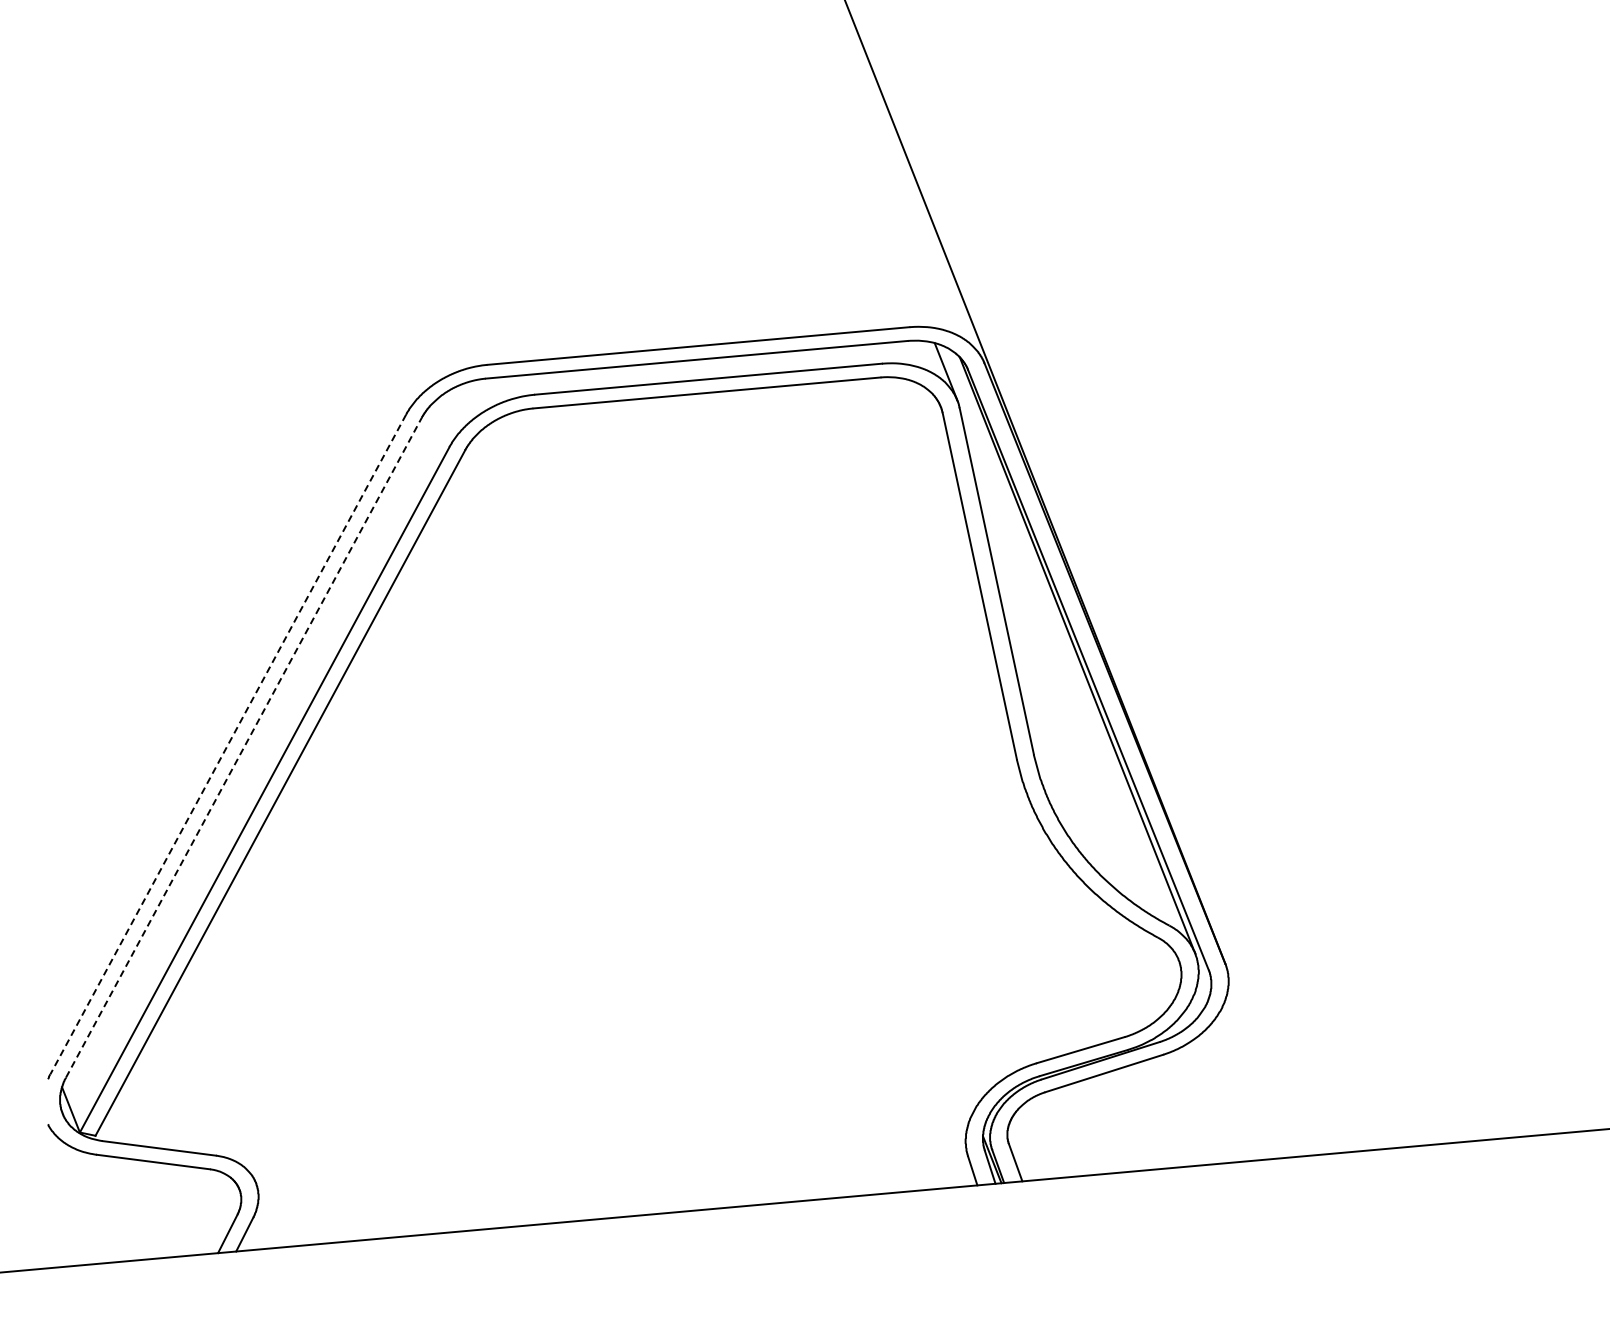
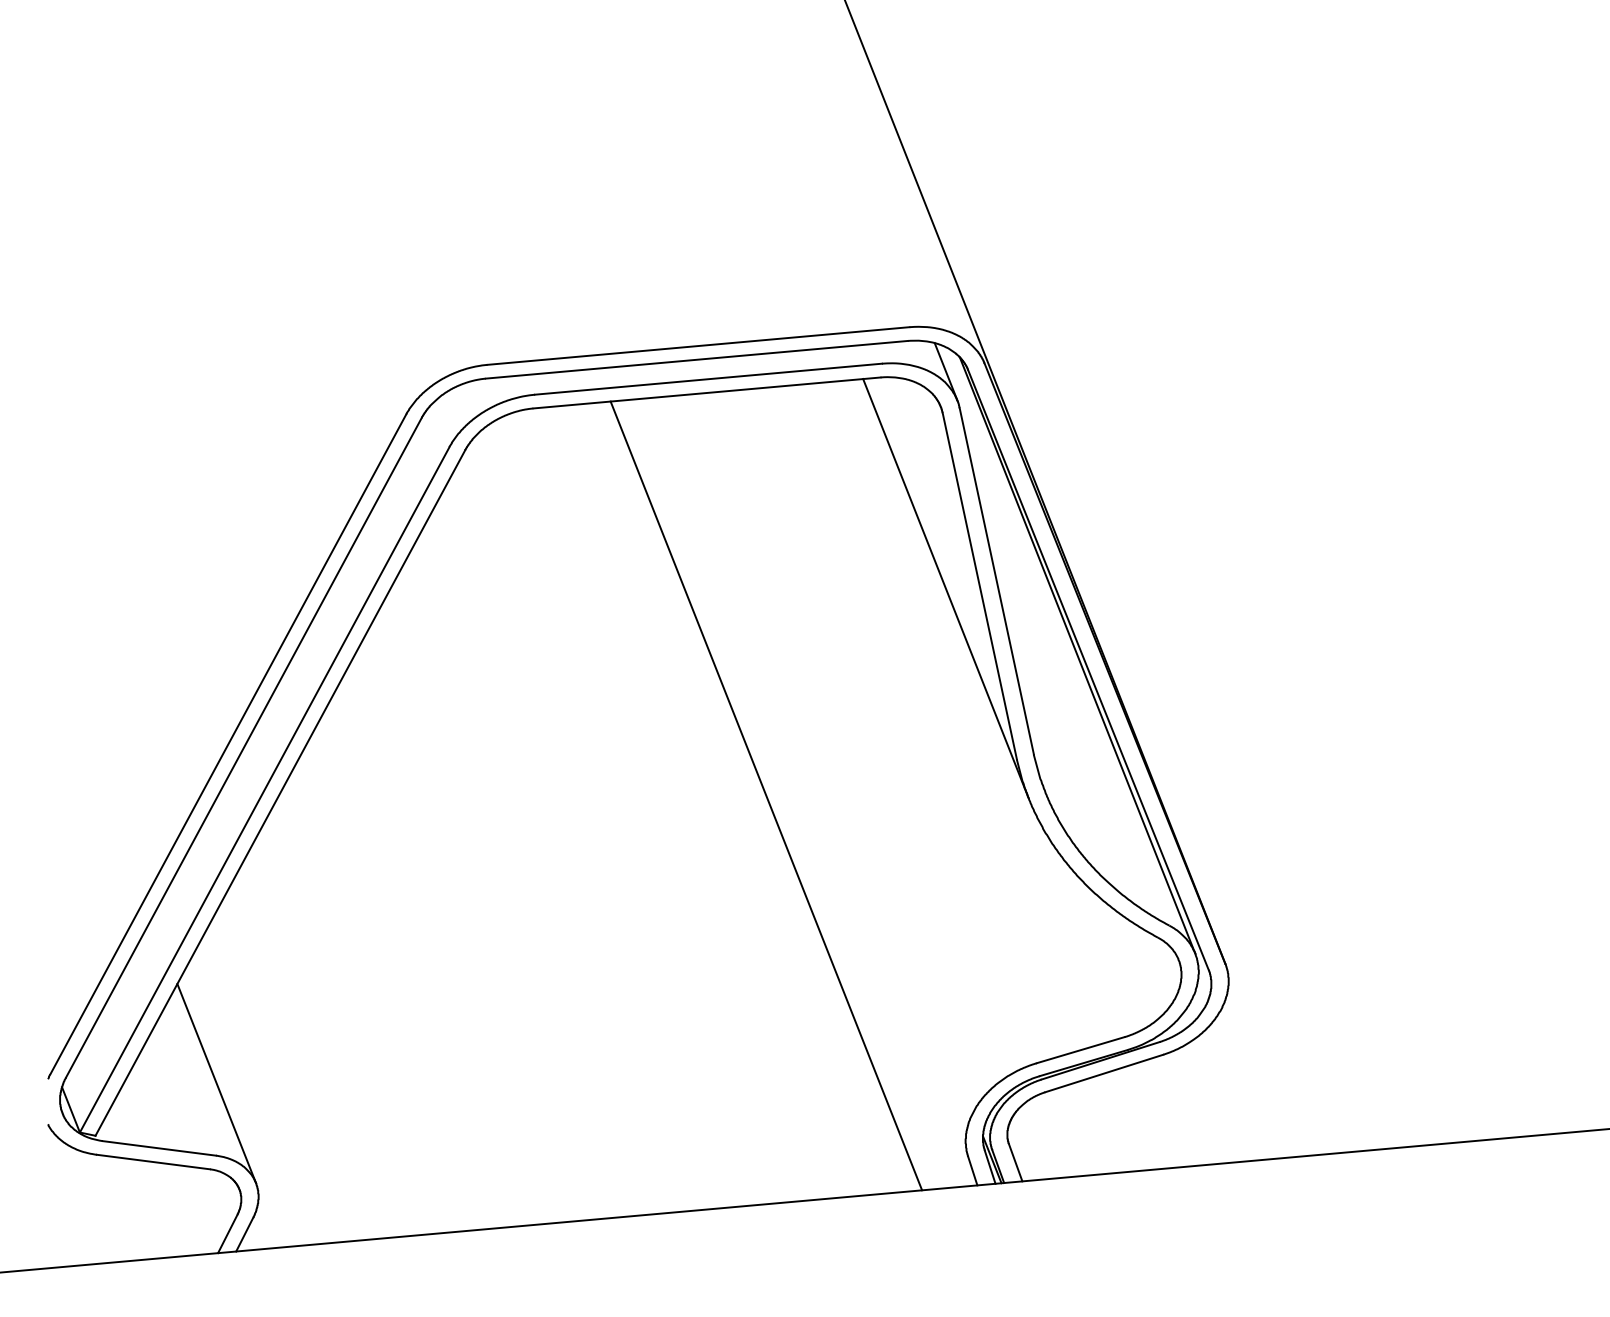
line at (945, 588): none -> present
line at (228, 744): dashed -> solid
line at (243, 747): dashed -> solid
line at (766, 795): none -> present
line at (216, 1083): none -> present
